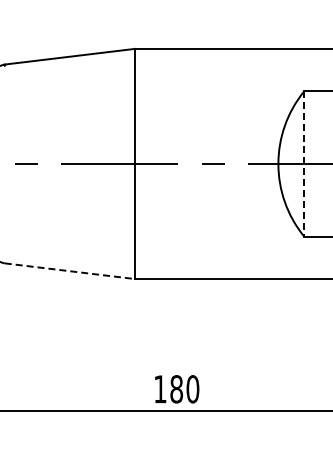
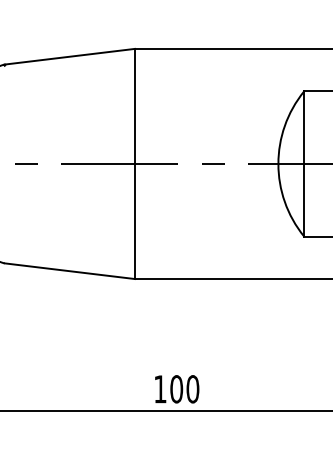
line at (304, 163): dashed -> solid
line at (69, 271): dashed -> solid
text at (176, 389): 180 -> 100
